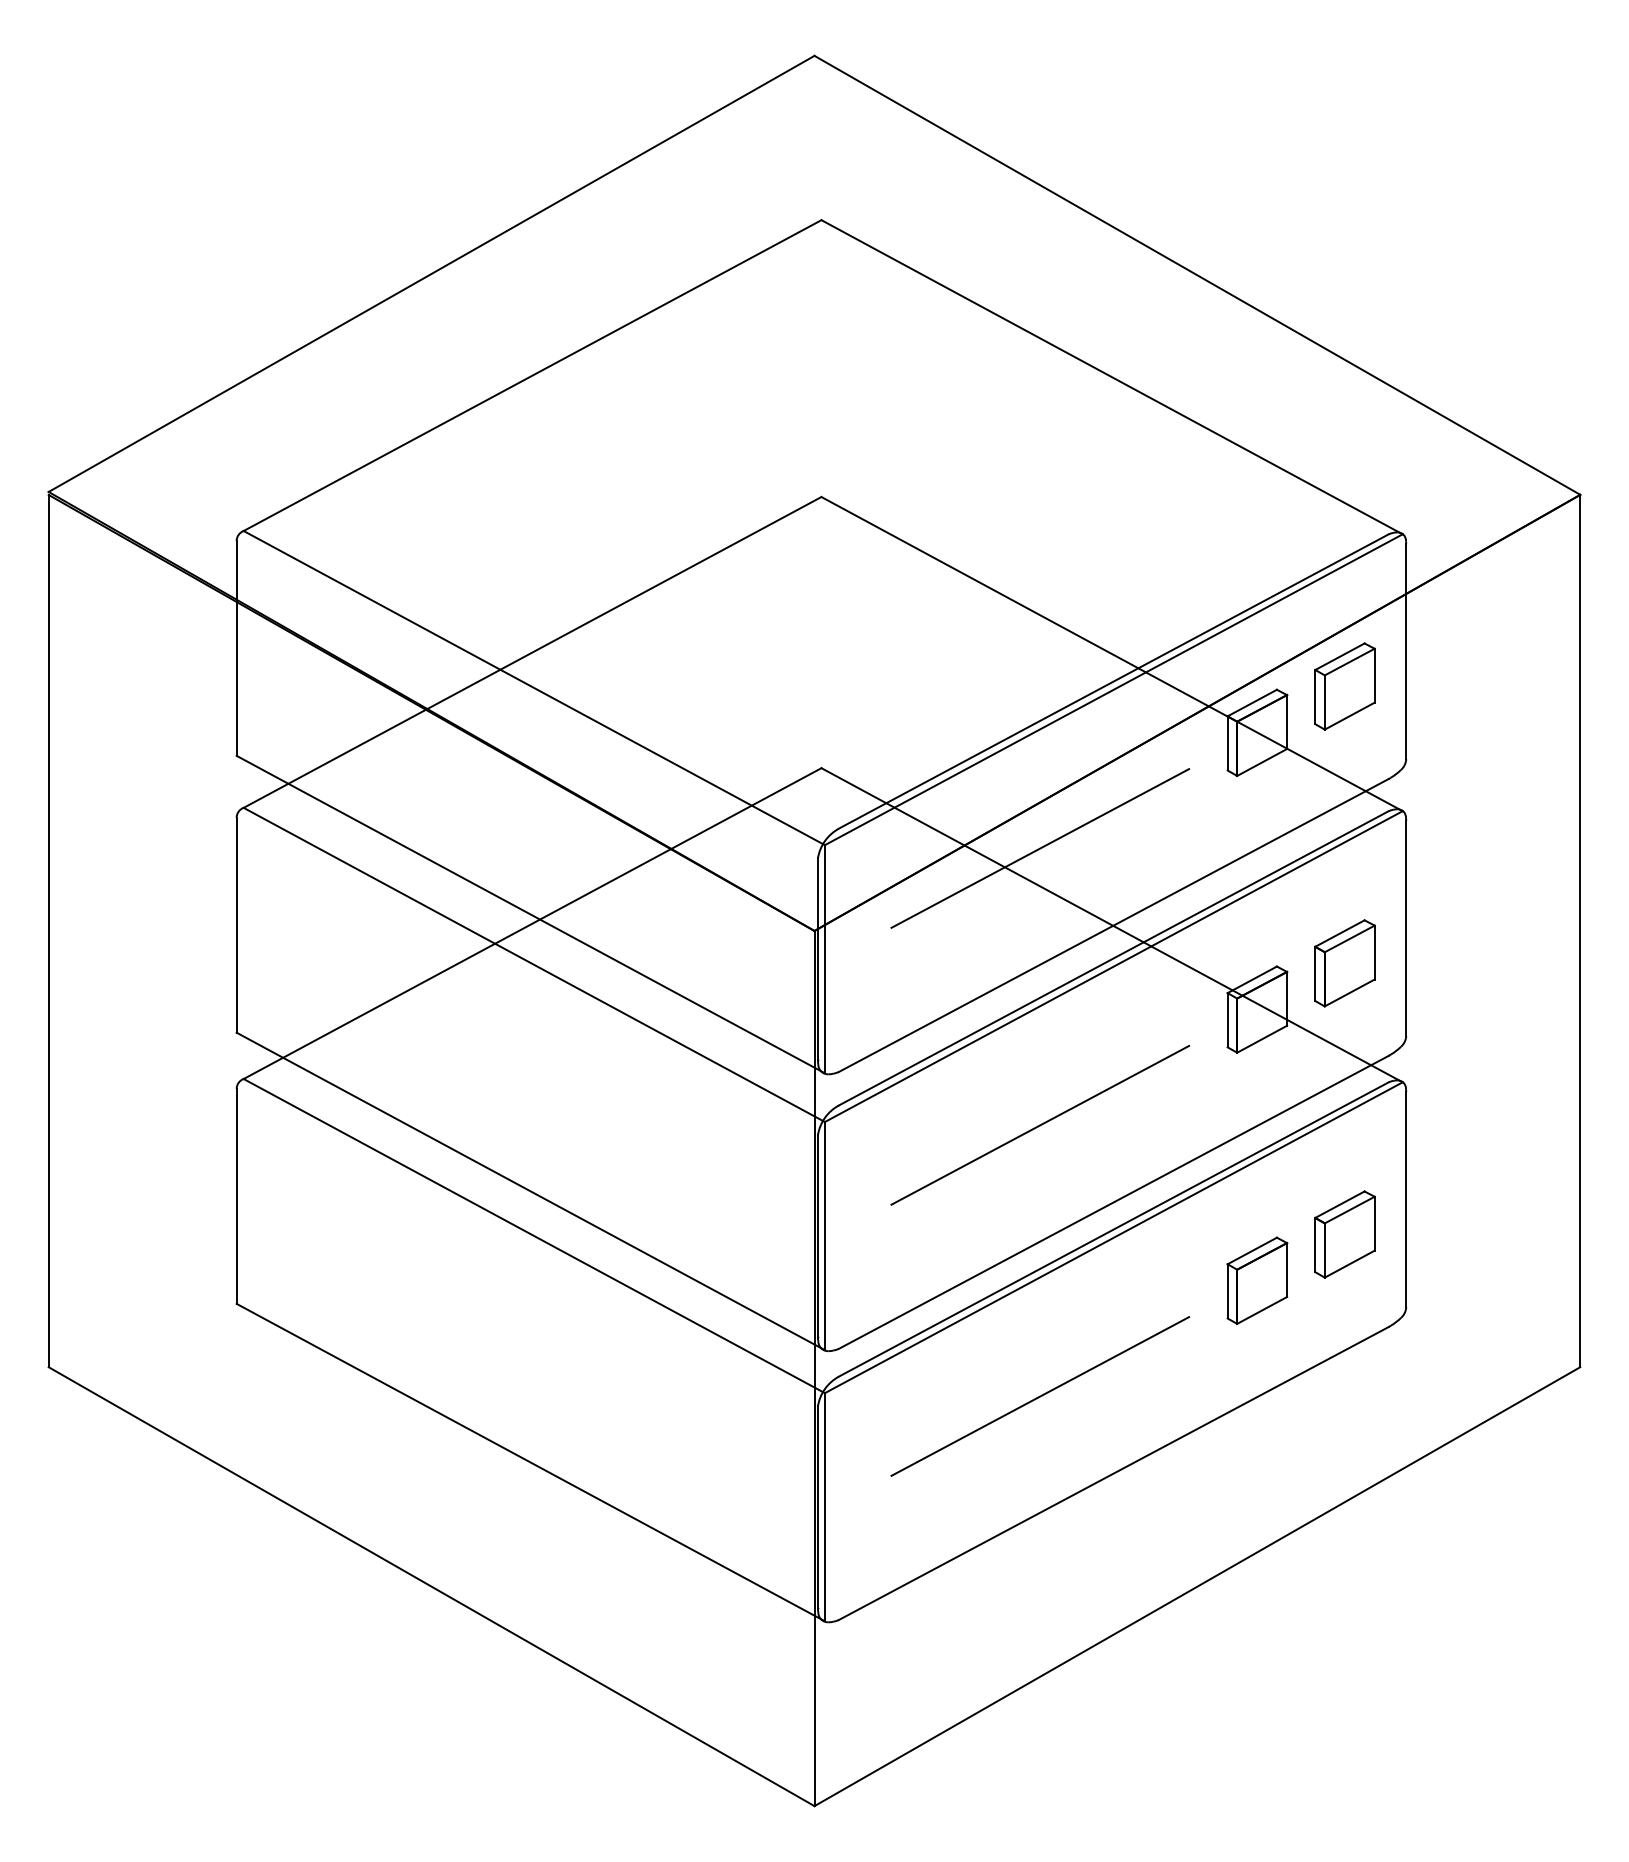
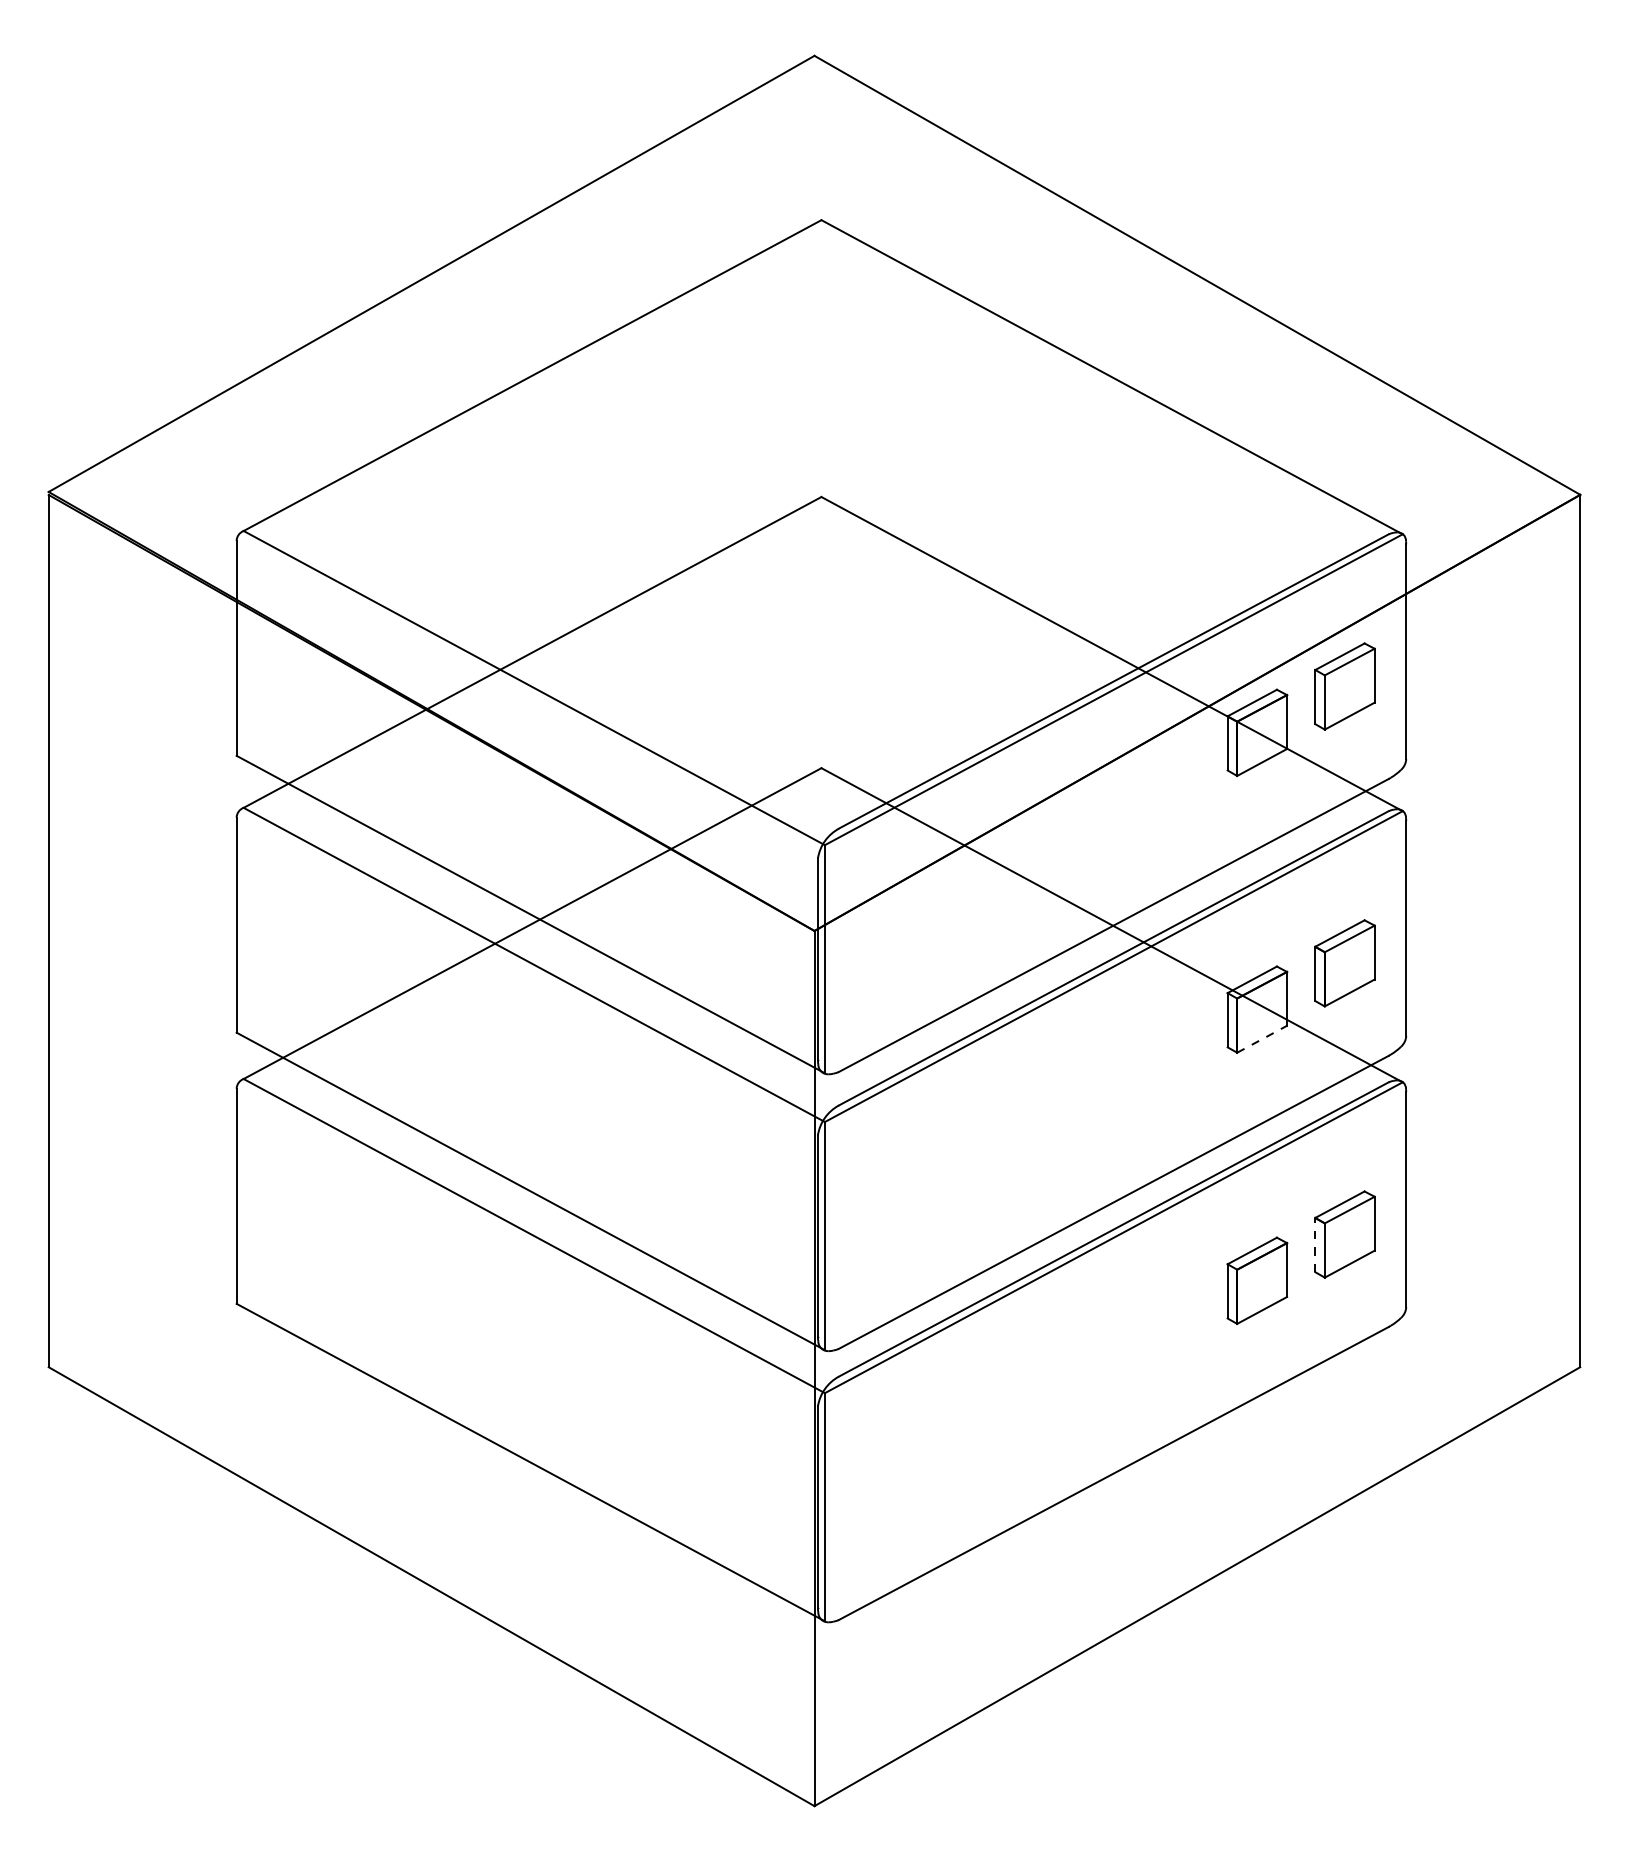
line at (1040, 848): present -> none
line at (1262, 1039): solid -> dashed
line at (1040, 1124): present -> none
line at (1315, 1244): solid -> dashed
line at (1040, 1396): present -> none
